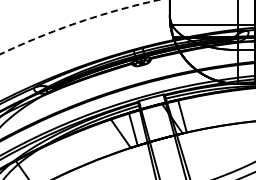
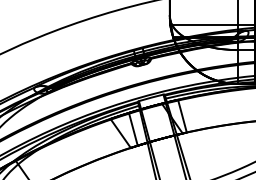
arc at (77, 22): dashed -> solid
